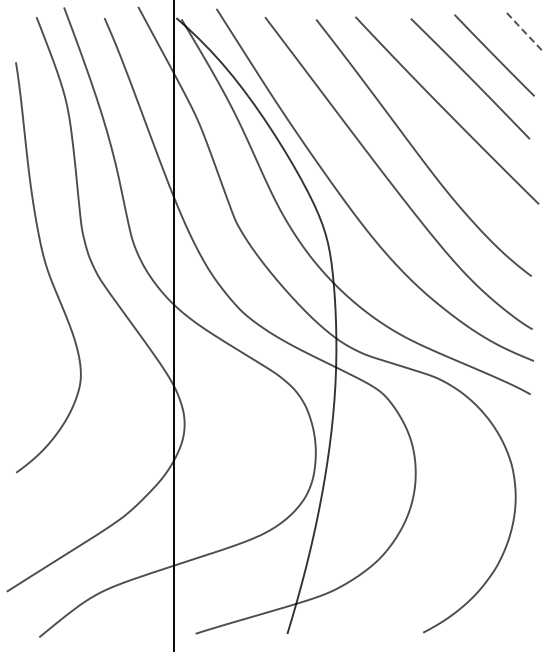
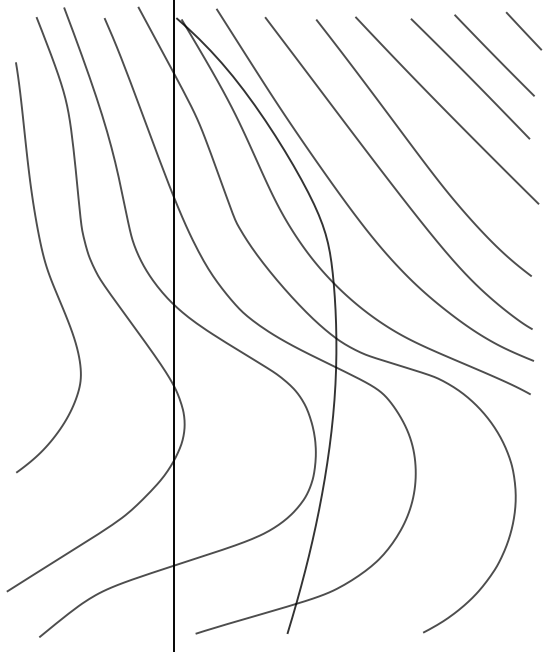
line at (524, 31): dashed -> solid
